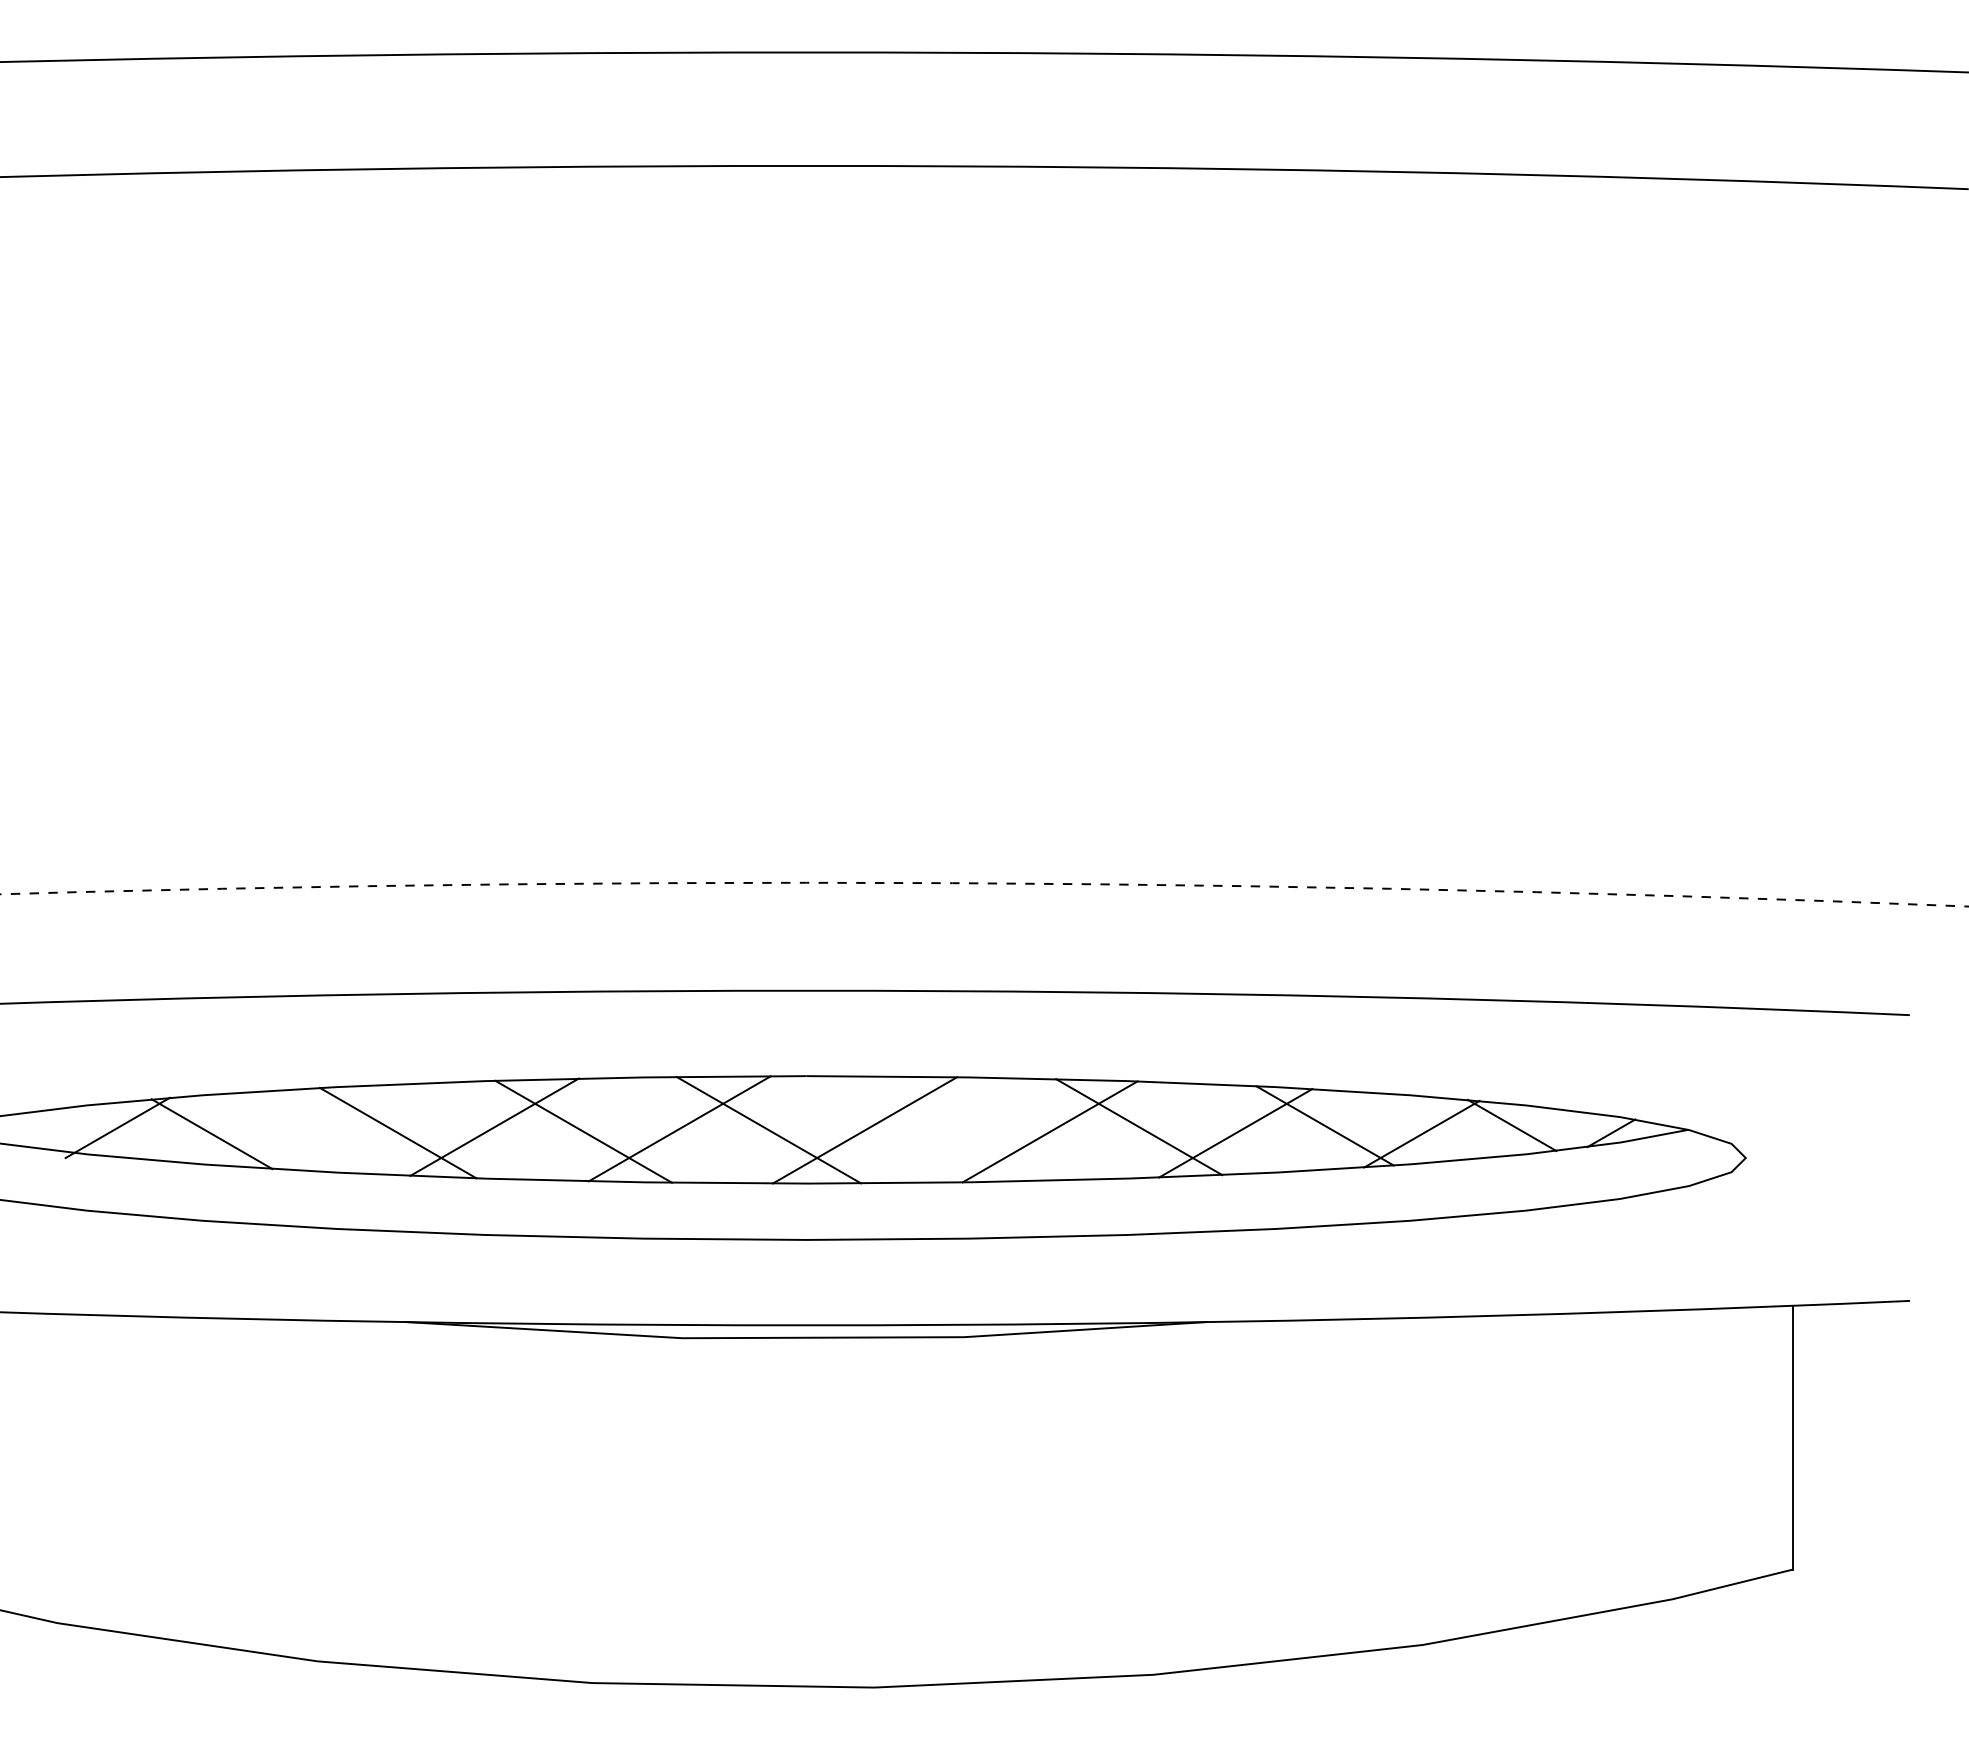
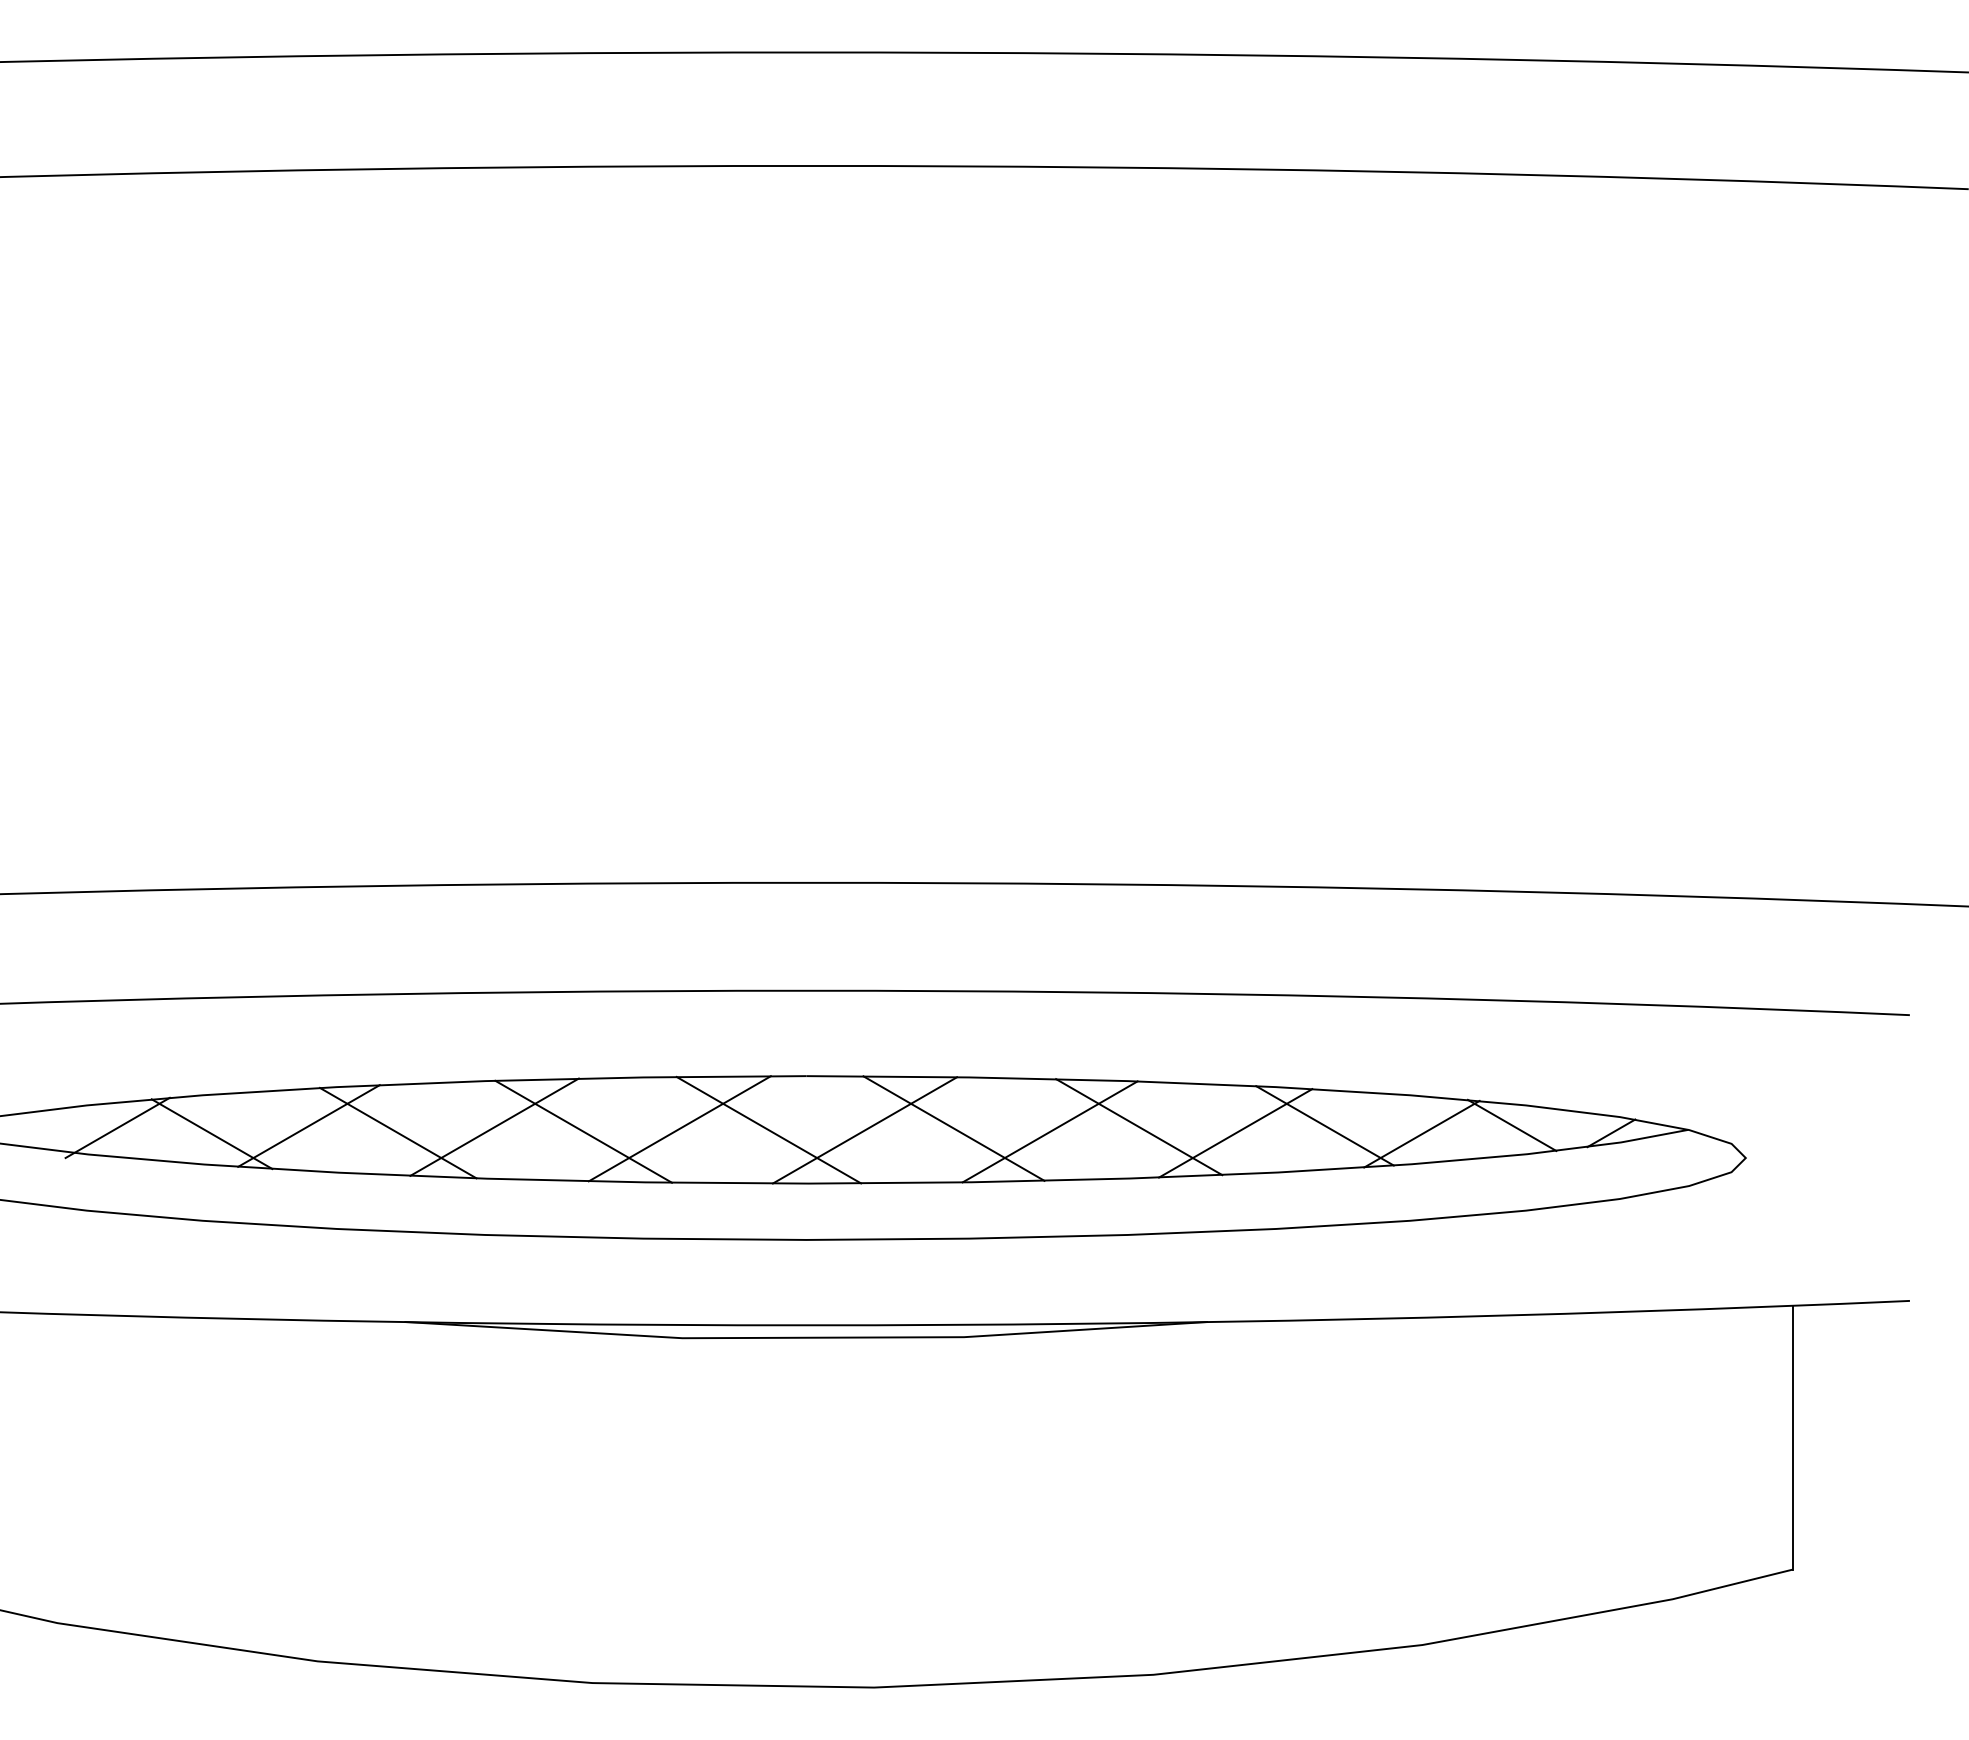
arc at (984, 883): dashed -> solid
line at (308, 1125): none -> present
line at (953, 1128): none -> present
